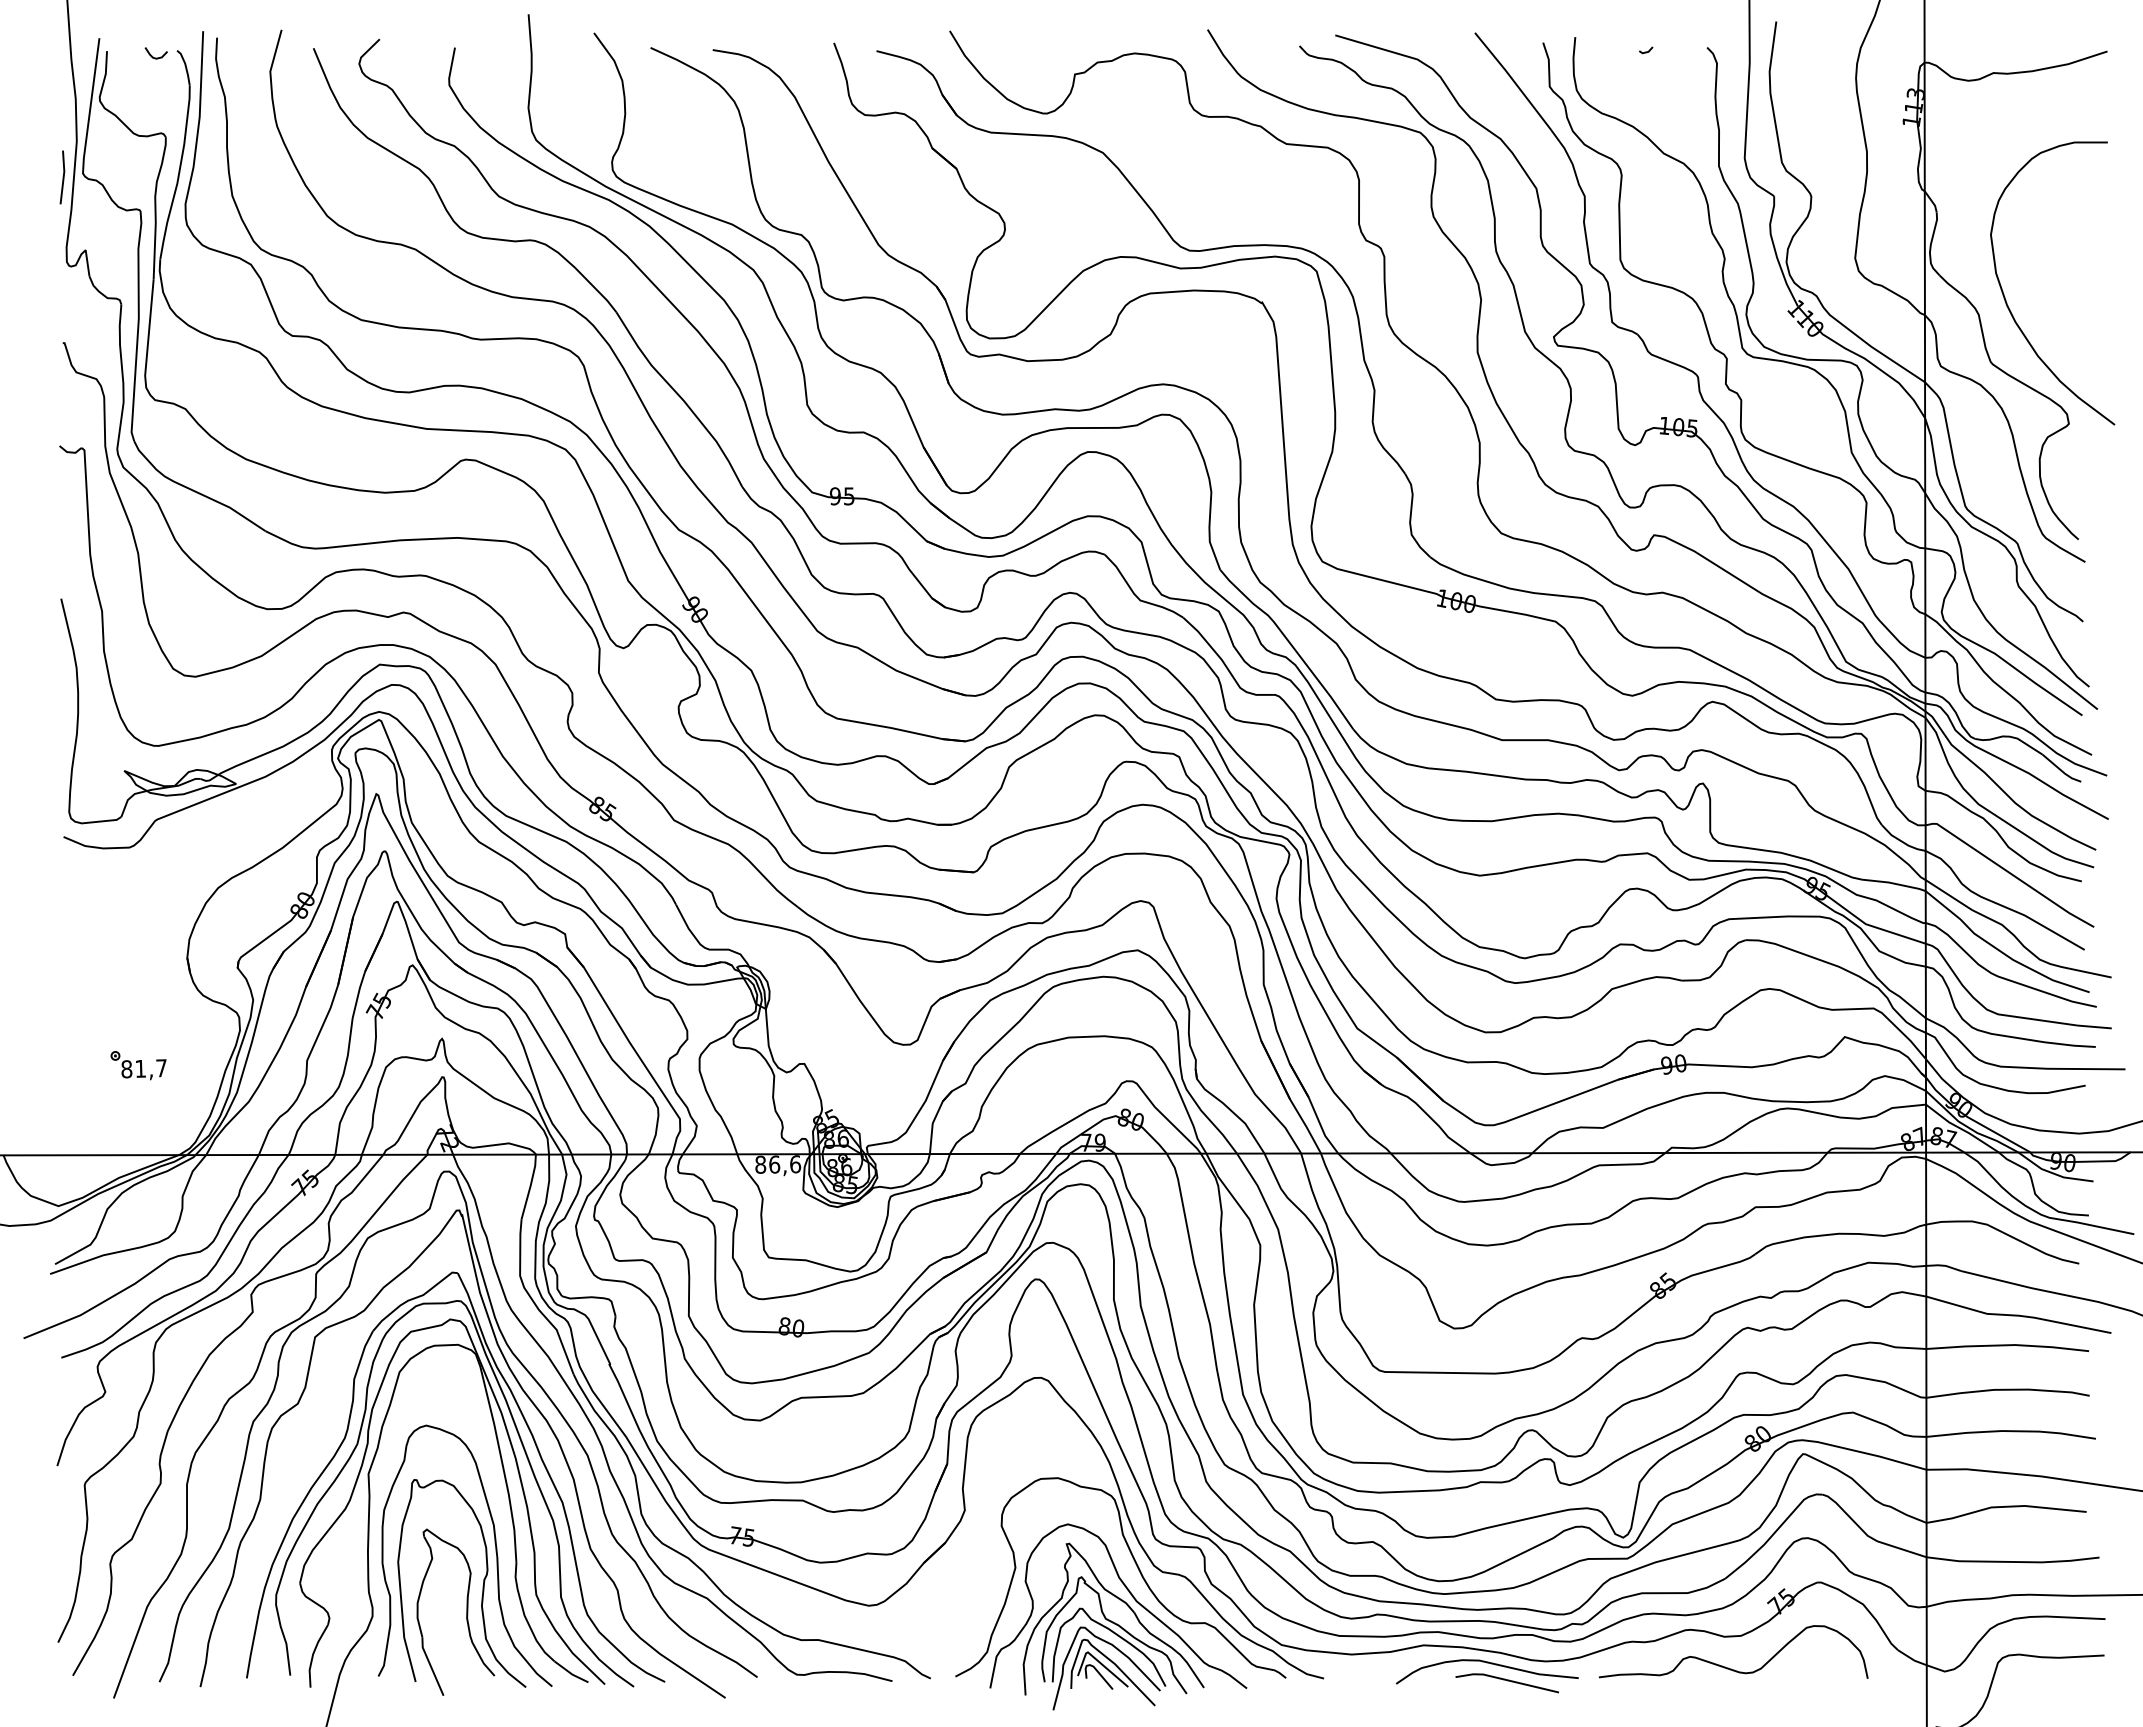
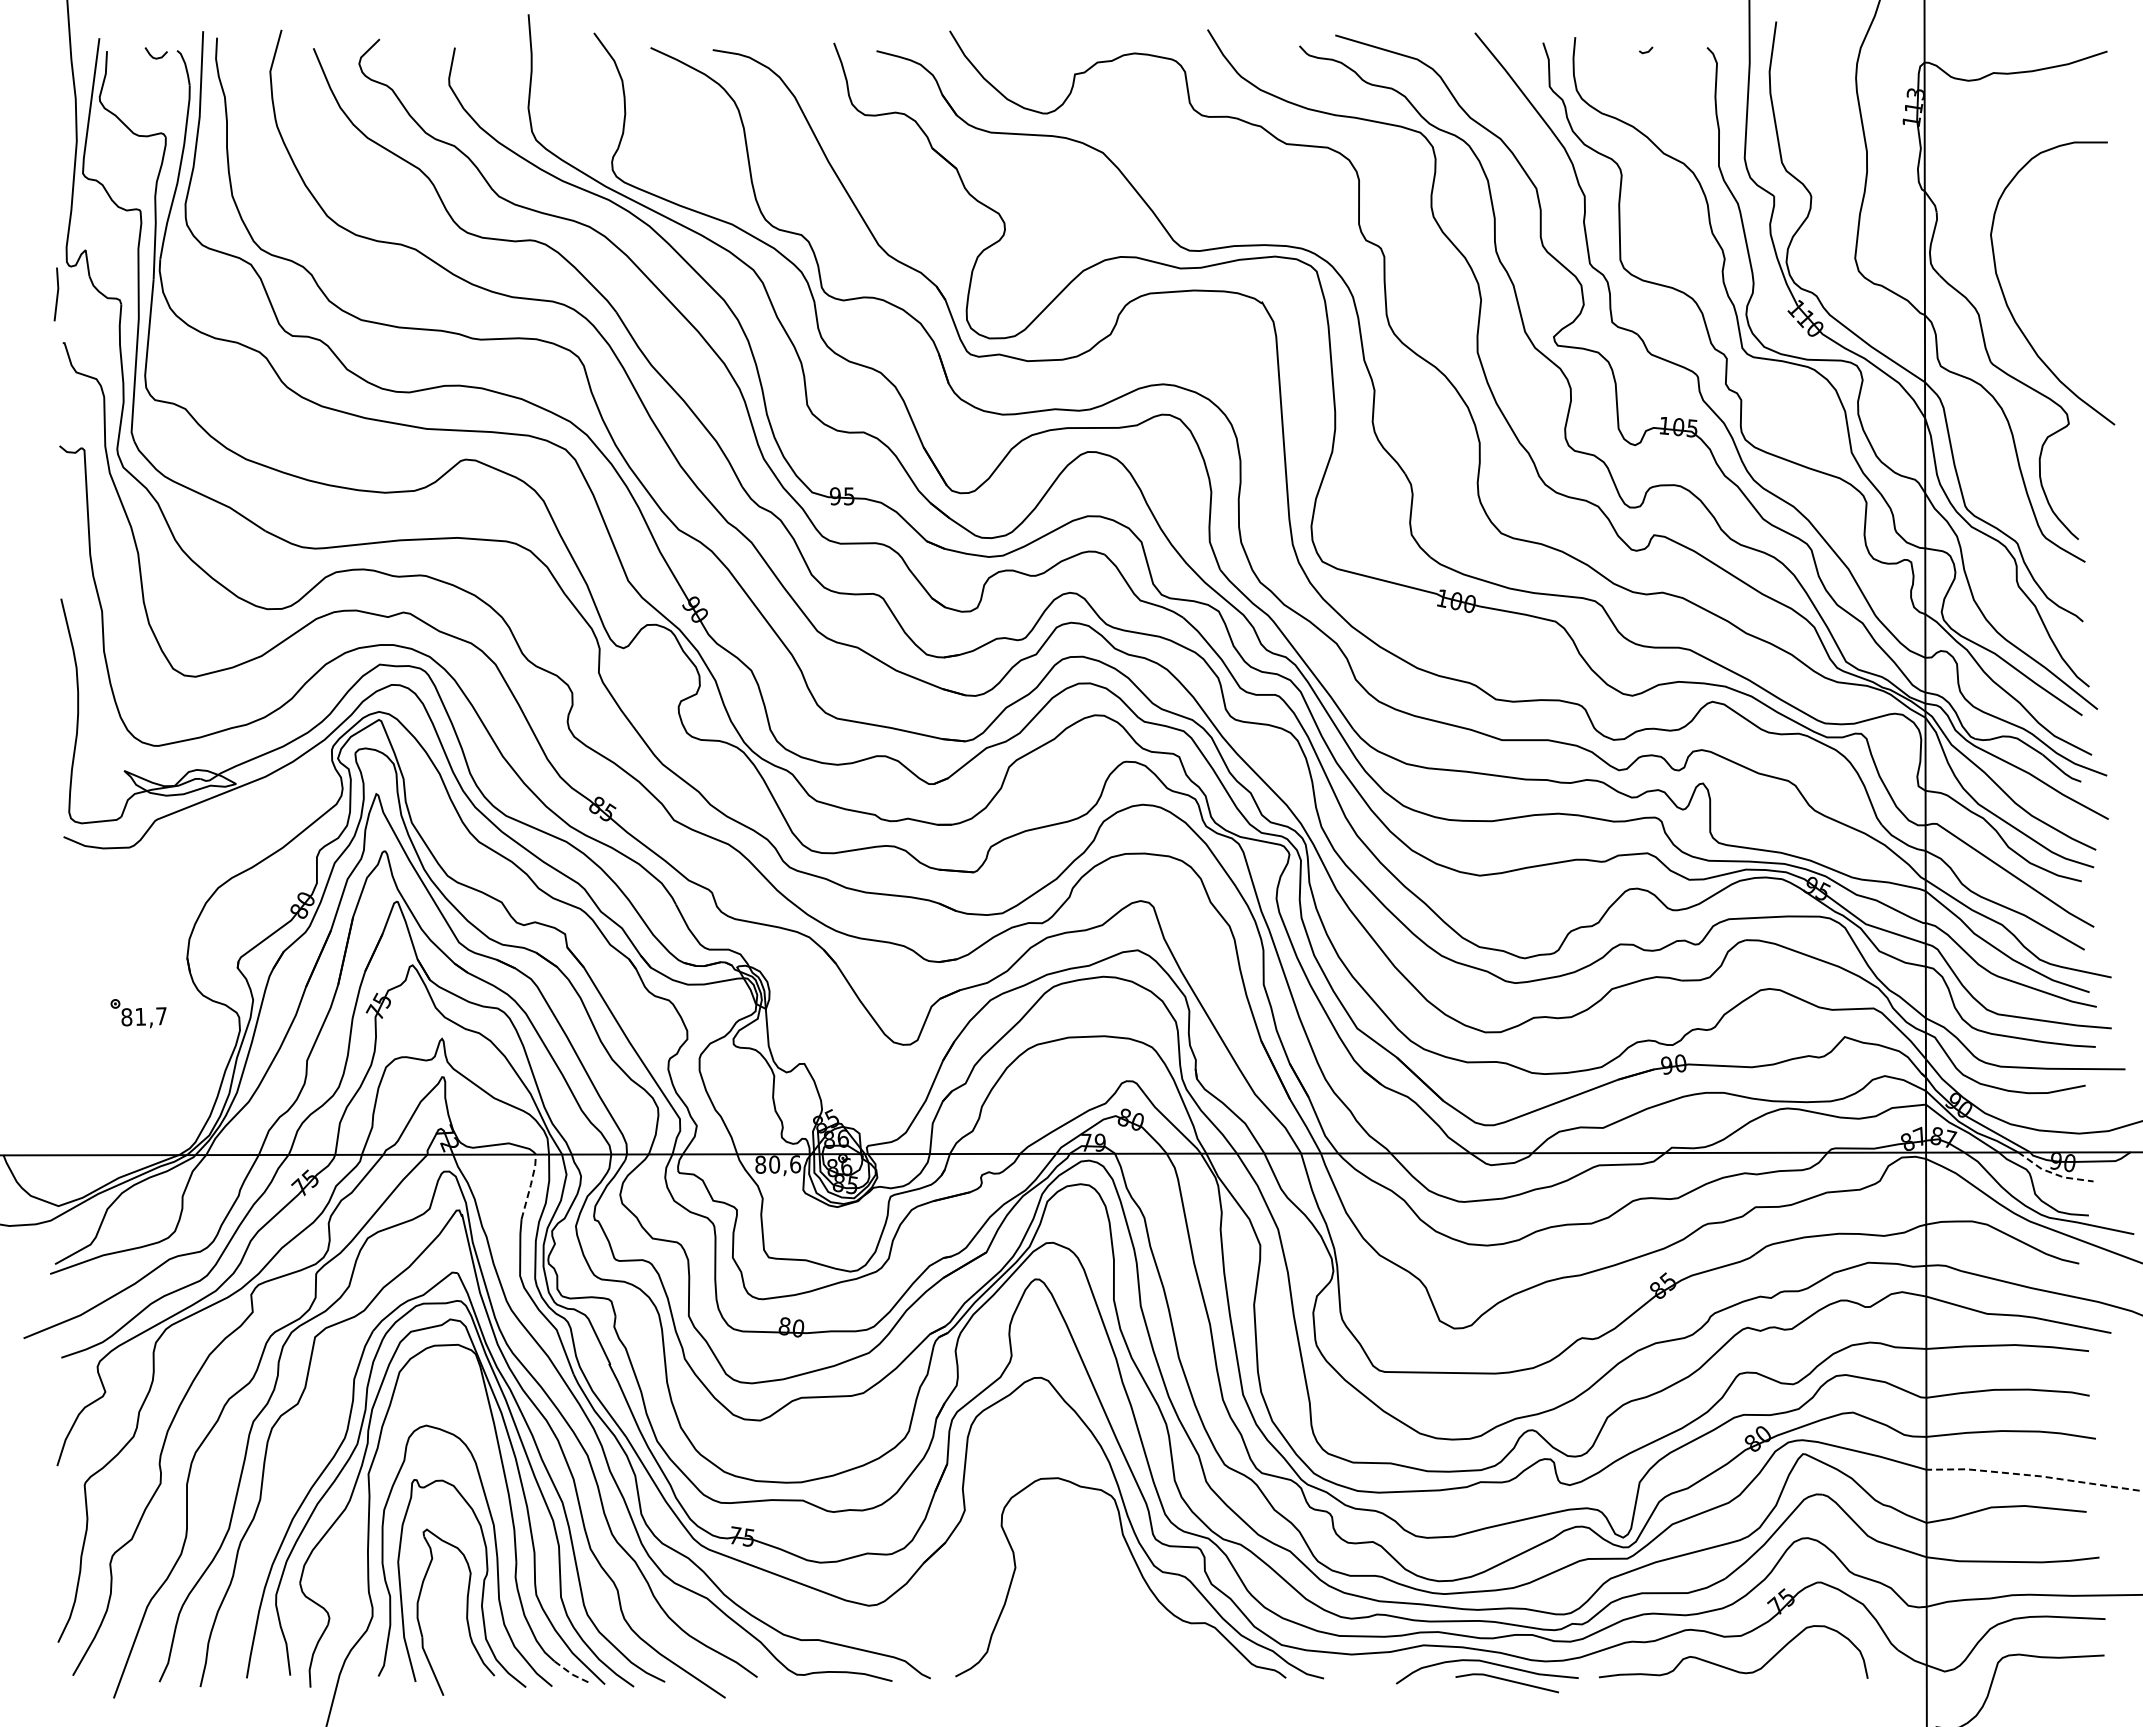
line at (62, 177) position: (62, 177) -> (56, 294)
part at (138, 1065) position: (138, 1065) -> (138, 1013)
text at (774, 1164): 86,6 -> 80,6
line at (2053, 1173): solid -> dashed
line at (530, 1186): solid -> dashed
line at (2034, 1475): solid -> dashed
part at (1115, 1622): present -> none
line at (570, 1673): solid -> dashed
